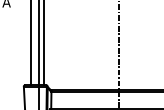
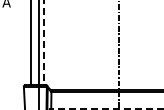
line at (43, 43): solid -> dashed
line at (106, 108): solid -> dashed
